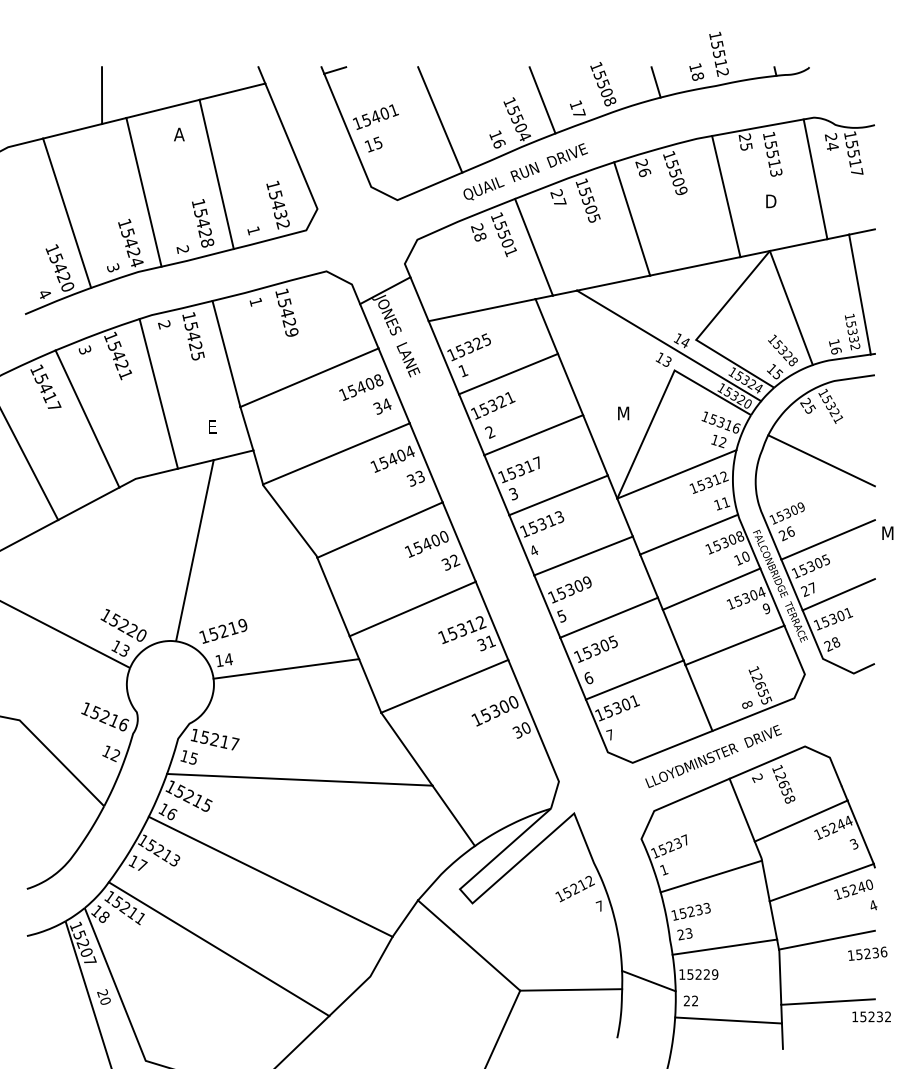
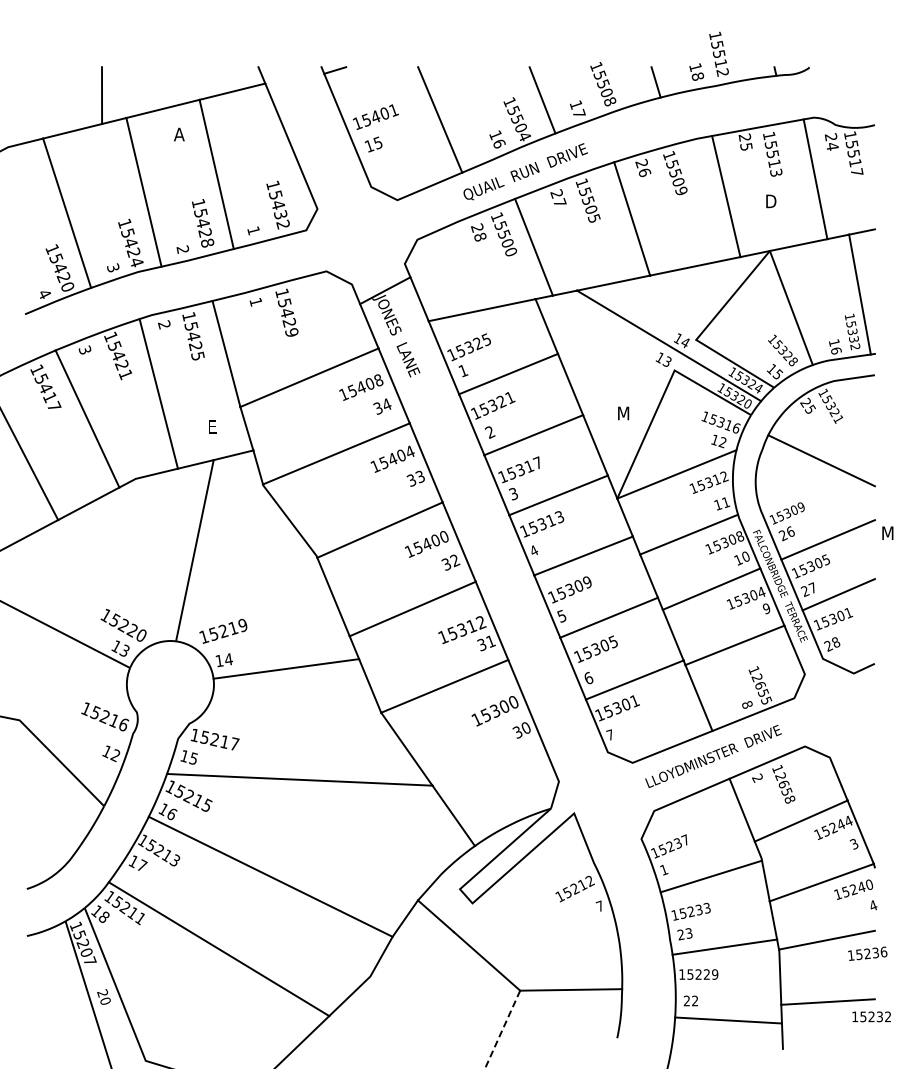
text at (510, 252): 15501 -> 15500
line at (648, 980): present -> none
line at (502, 1029): solid -> dashed
